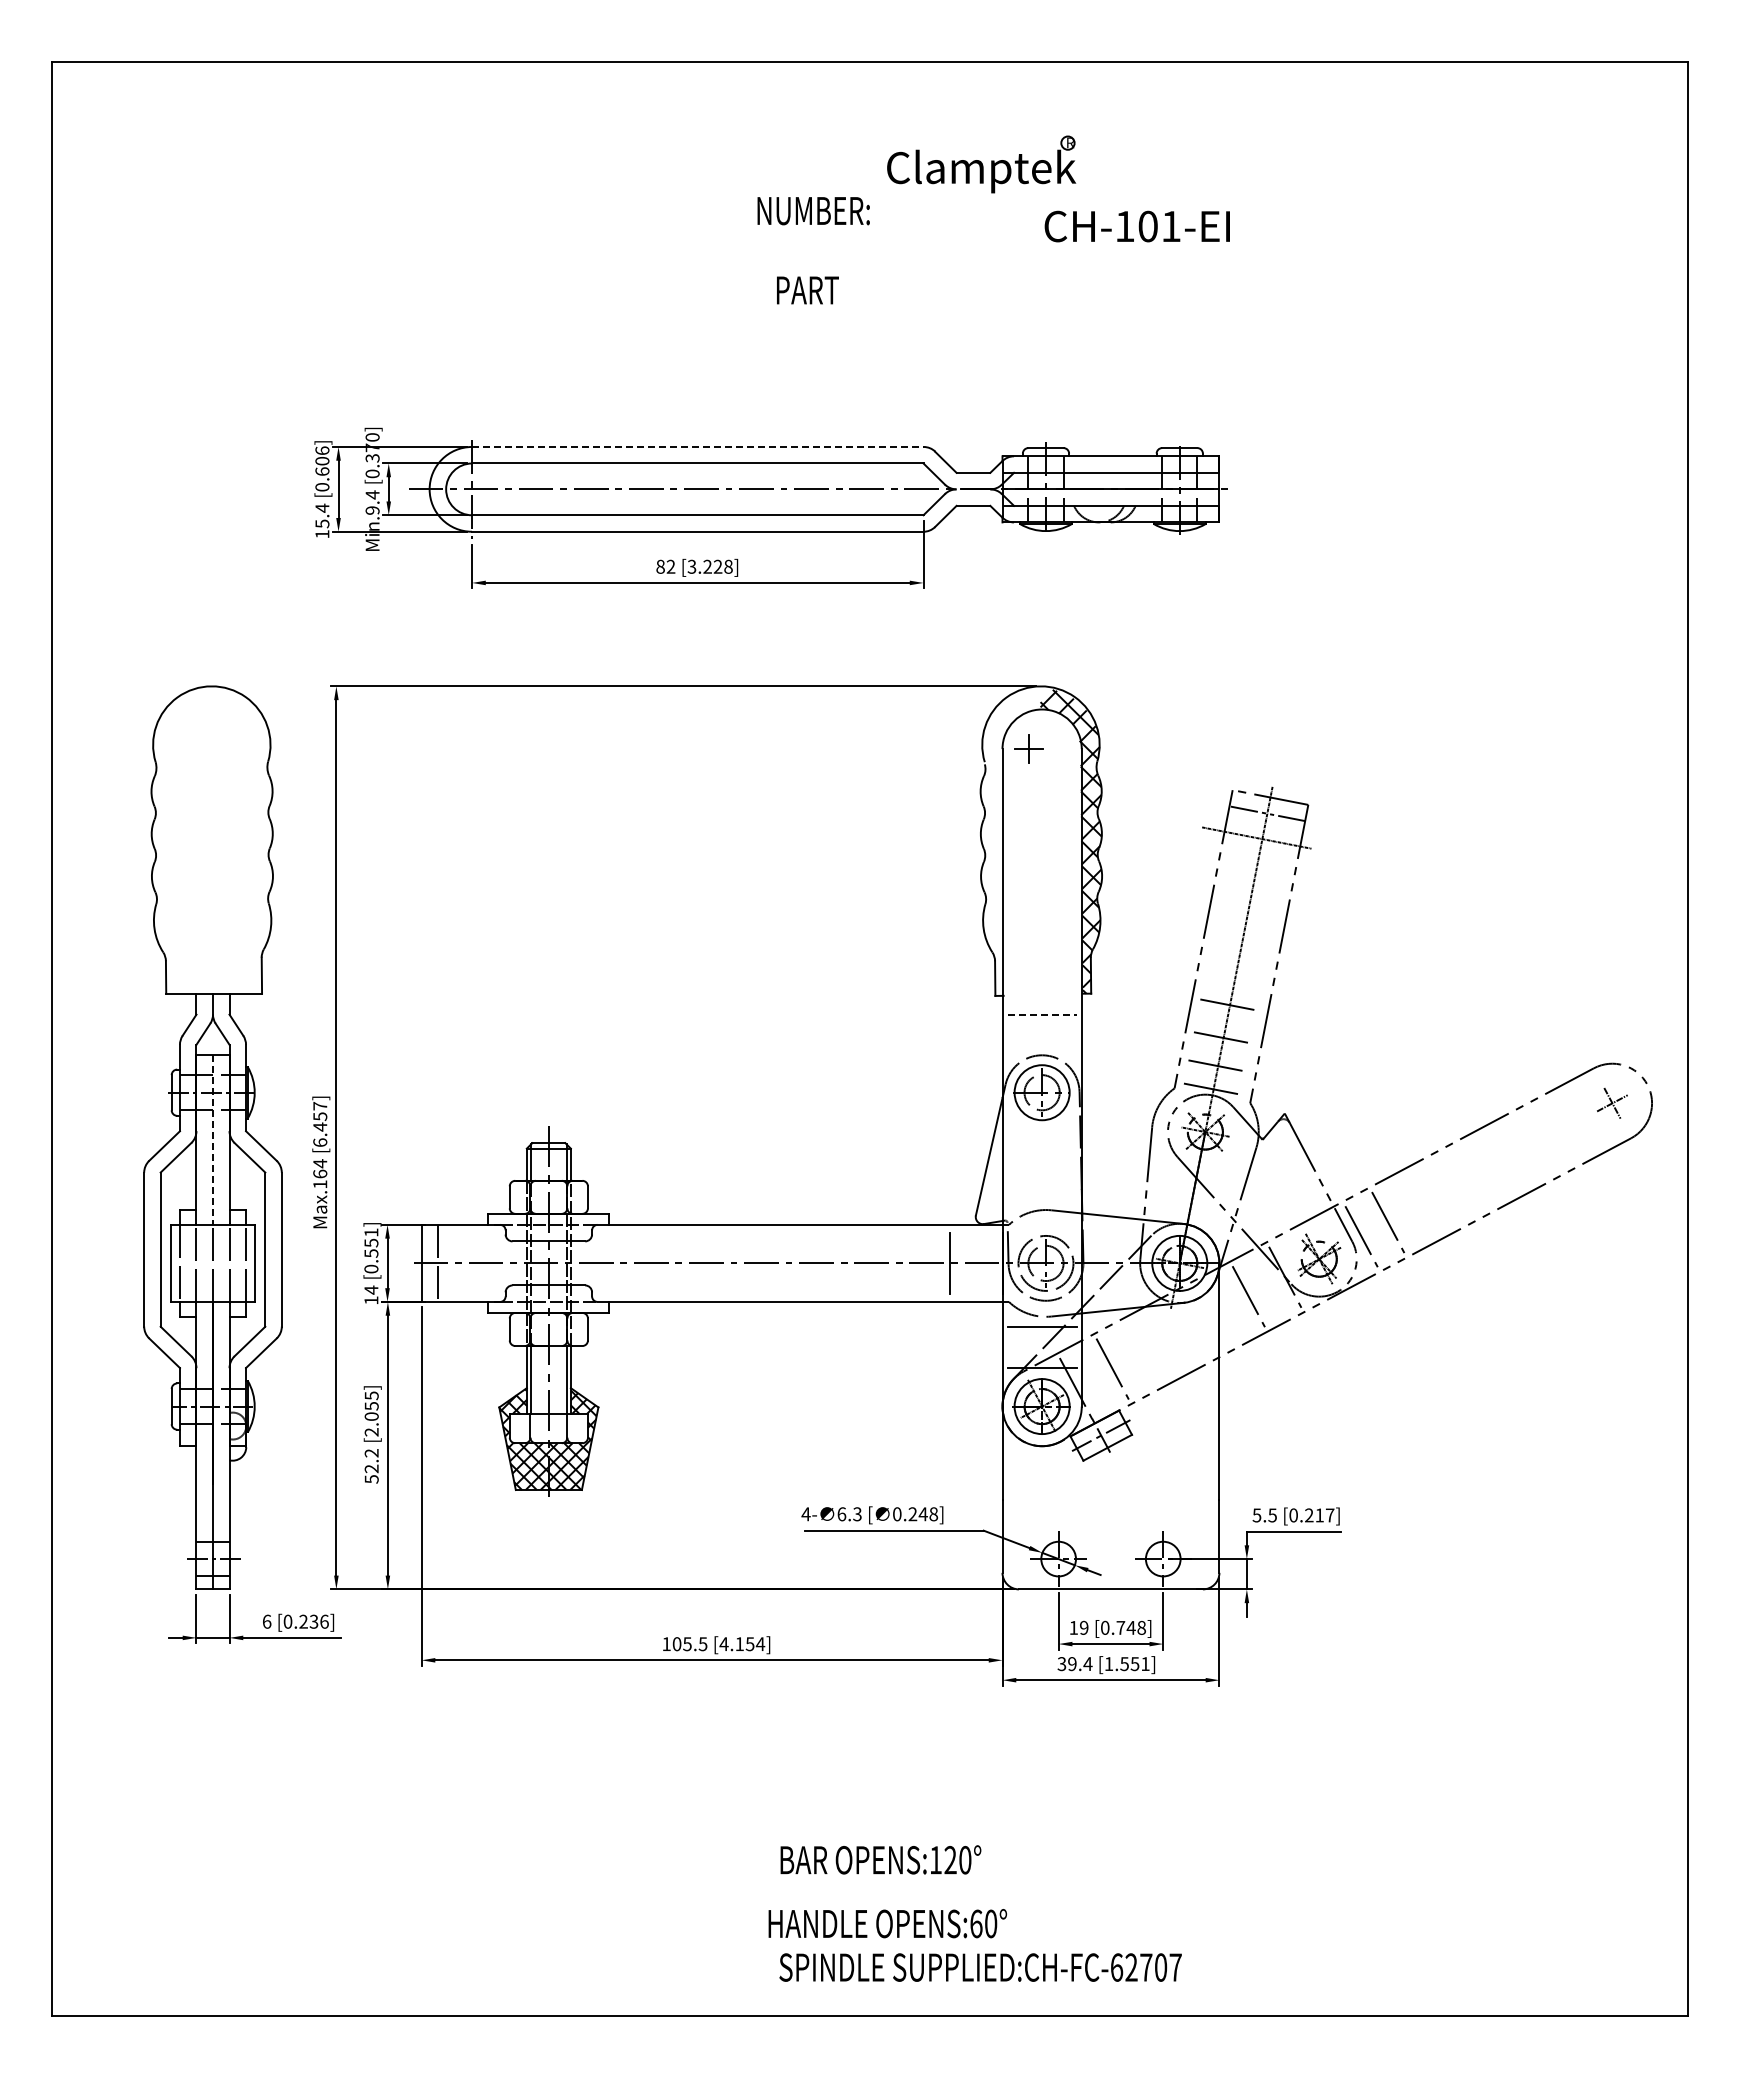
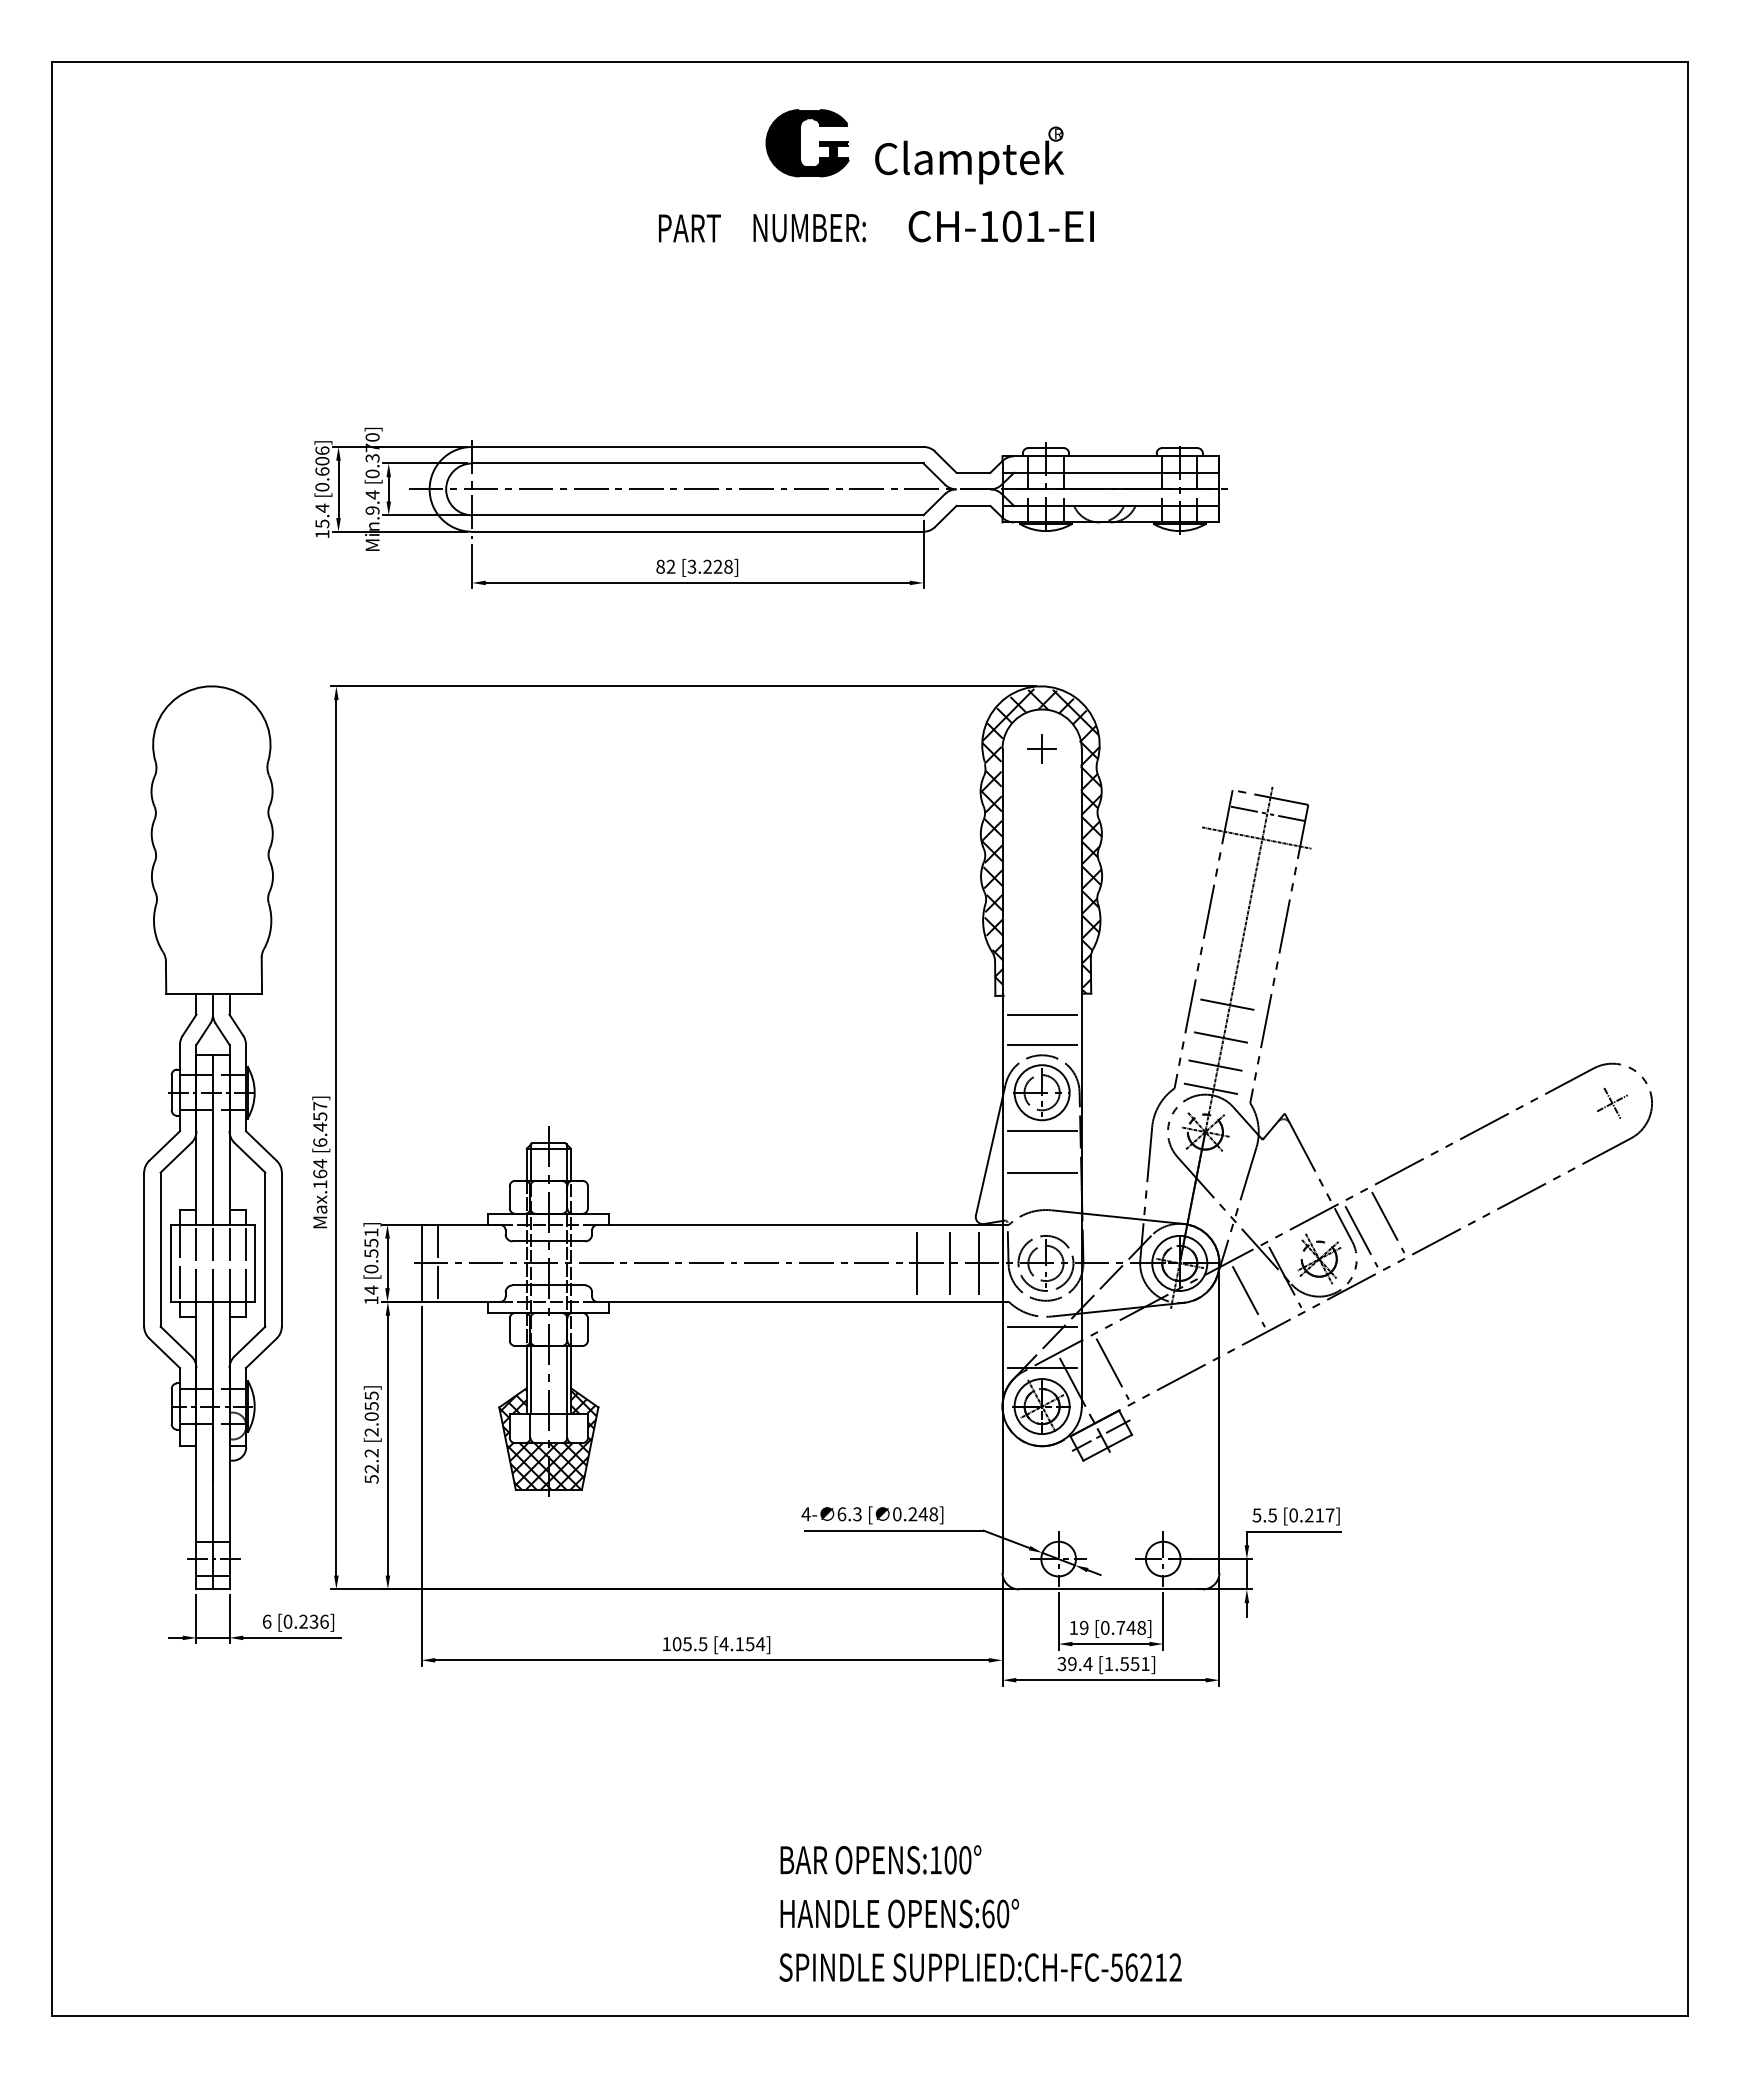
part at (800, 143): none -> present
part at (981, 164) position: (981, 164) -> (969, 155)
text at (813, 211) position: (813, 211) -> (809, 228)
text at (1136, 226) position: (1136, 226) -> (1000, 226)
text at (807, 290) position: (807, 290) -> (689, 228)
line at (697, 446): dashed -> solid
part at (1028, 748) position: (1028, 748) -> (1041, 748)
hatch at (1010, 841): none -> present
line at (1042, 1014): dashed -> solid
line at (1041, 1044): none -> present
line at (1041, 1131): none -> present
line at (213, 1140): dashed -> solid
line at (1041, 1172): none -> present
line at (916, 1263): none -> present
line at (978, 1263): none -> present
text at (950, 1860): OPENS:120° -> OPENS:100°
text at (887, 1923) position: (887, 1923) -> (899, 1913)
text at (1145, 1967): SUPPLIED:CH-FC-62707 -> SUPPLIED:CH-FC-56212
